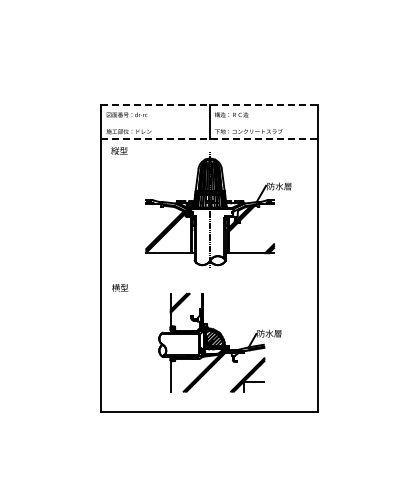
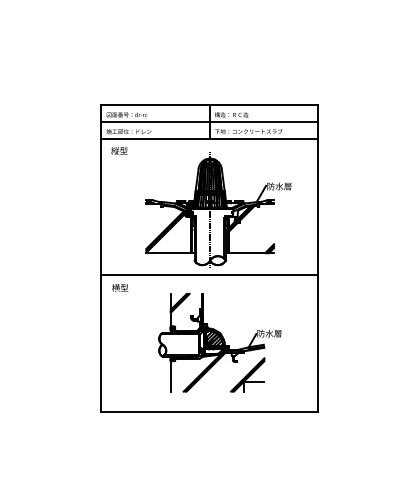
line at (210, 105): dashed -> solid
line at (209, 122): none -> present
line at (210, 138): dashed -> solid
line at (209, 275): none -> present
